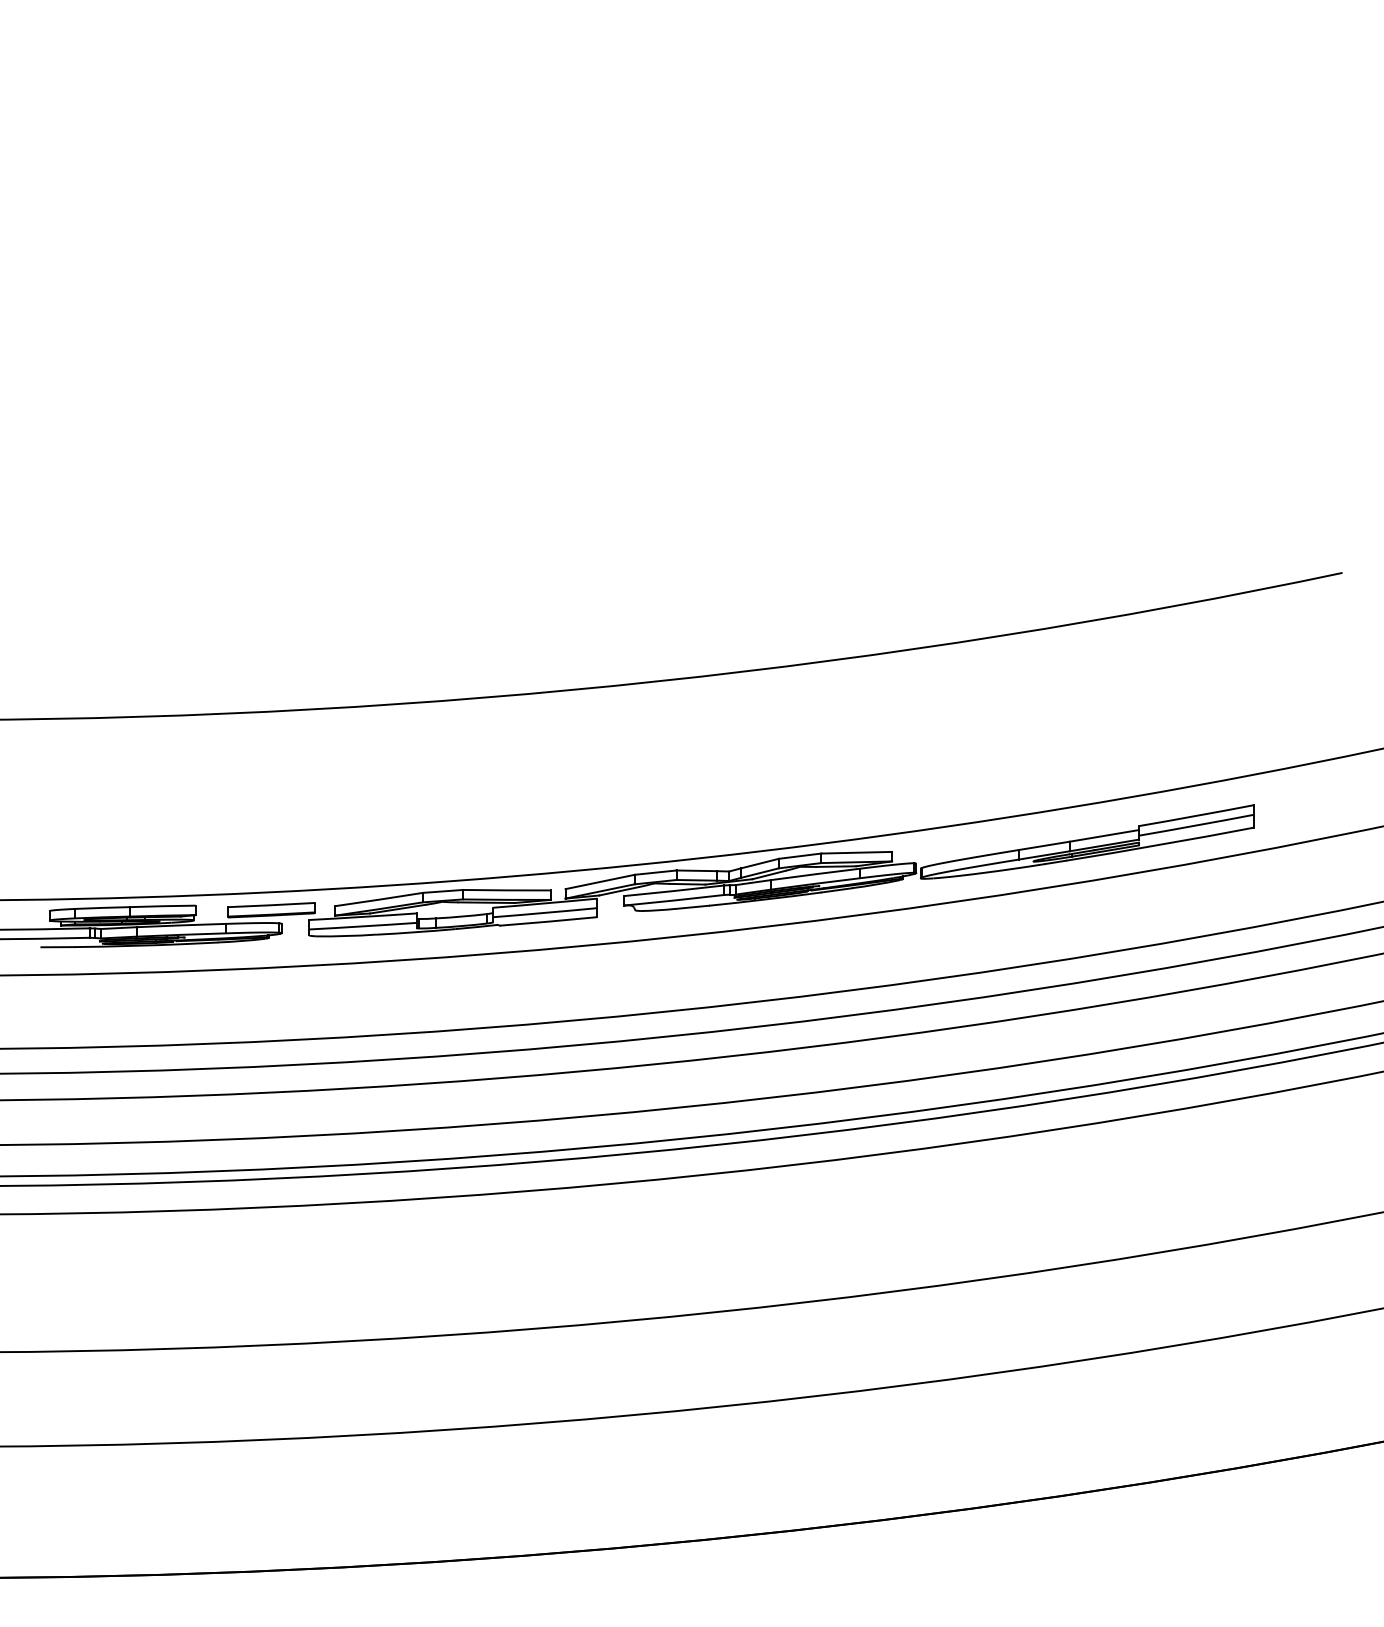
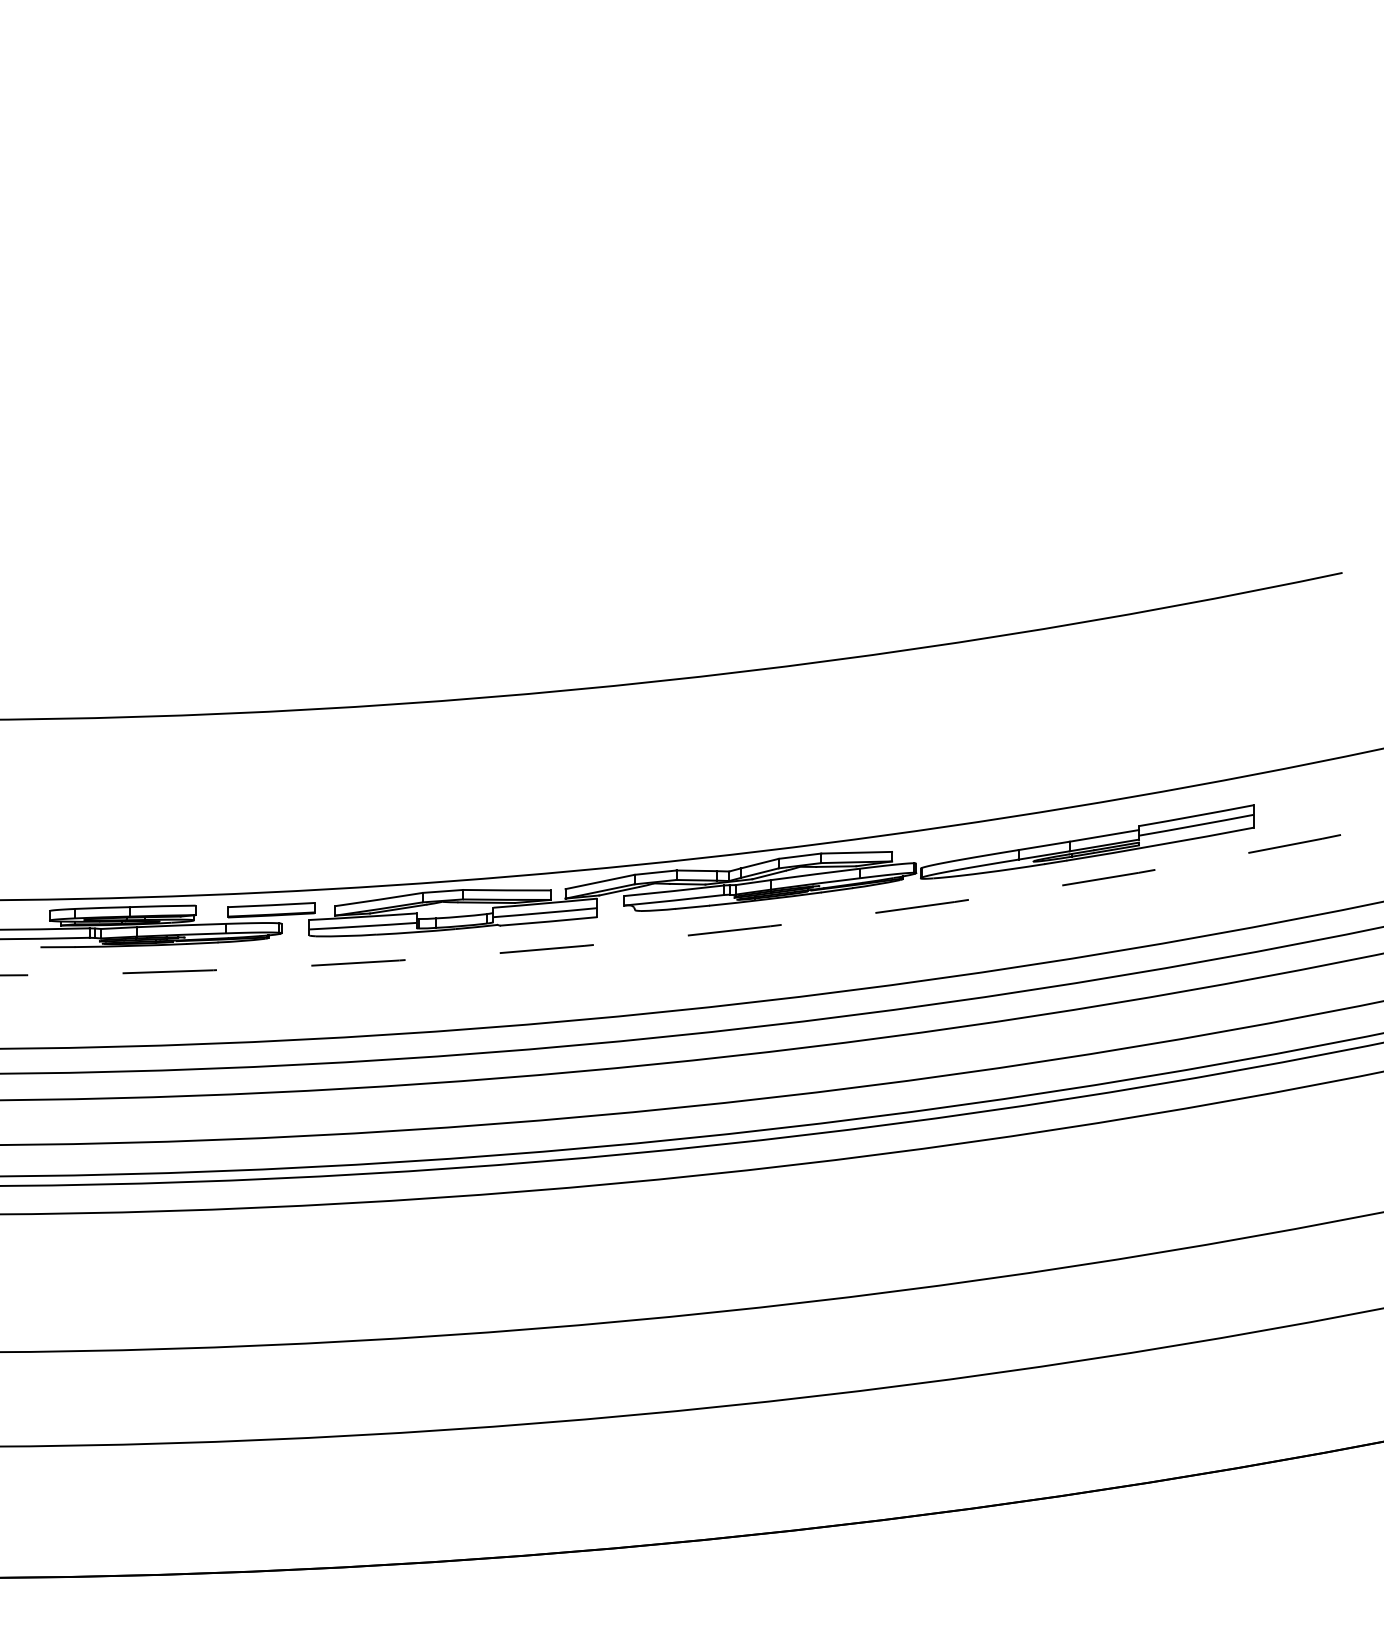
arc at (695, 934): solid -> dashed
